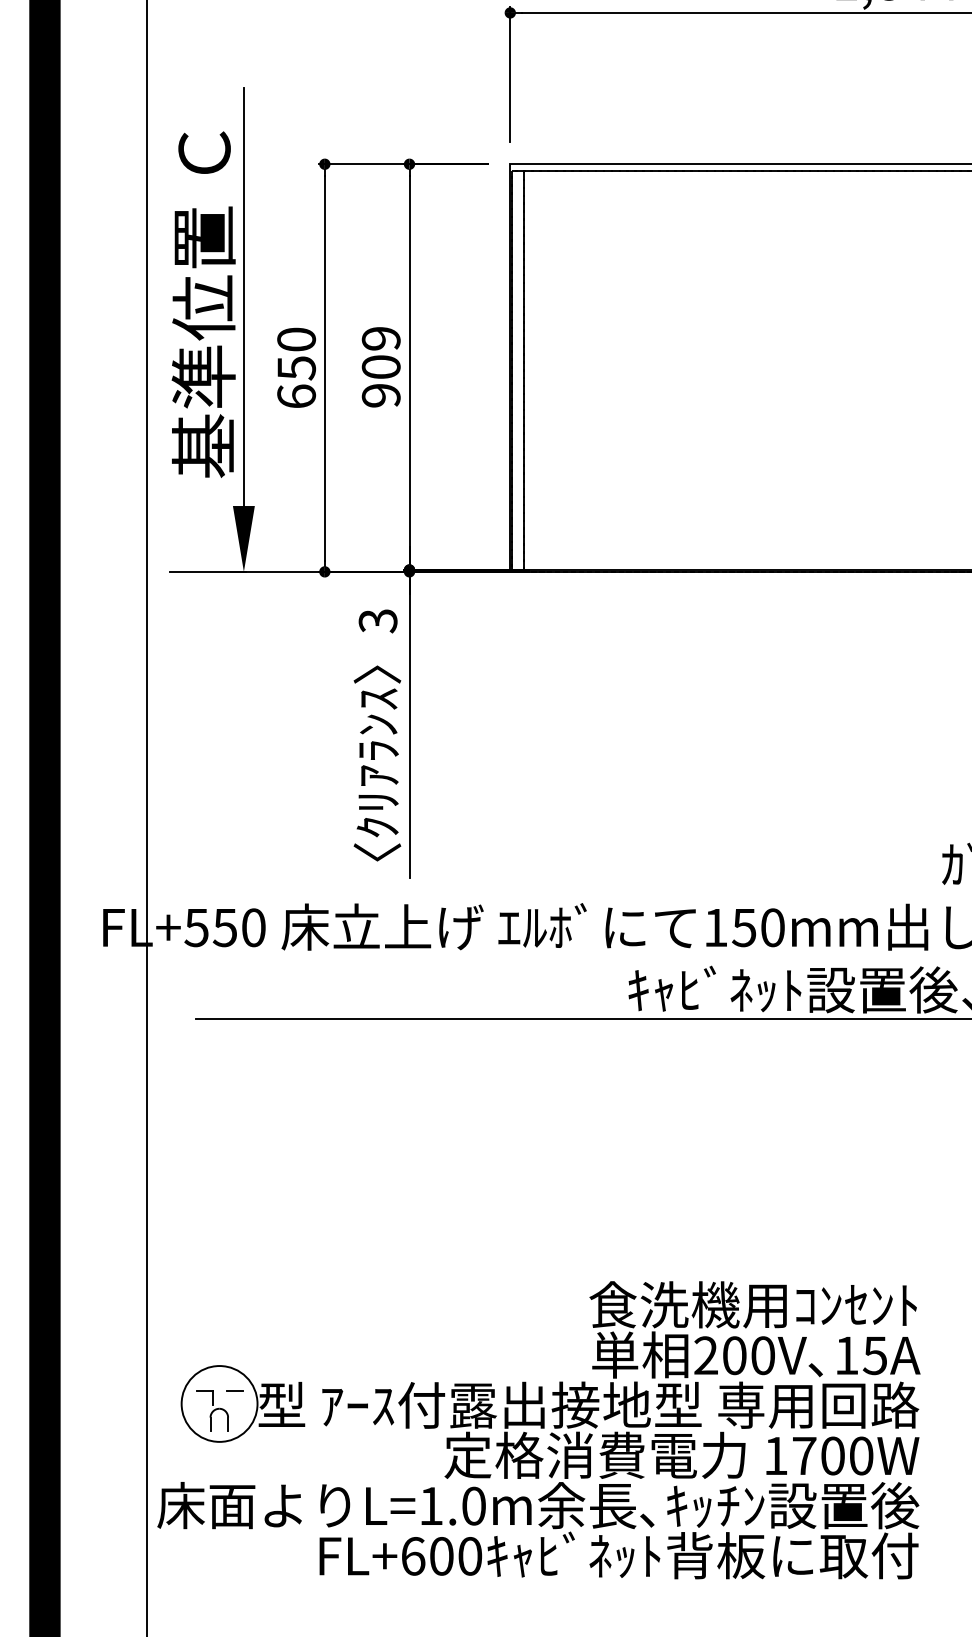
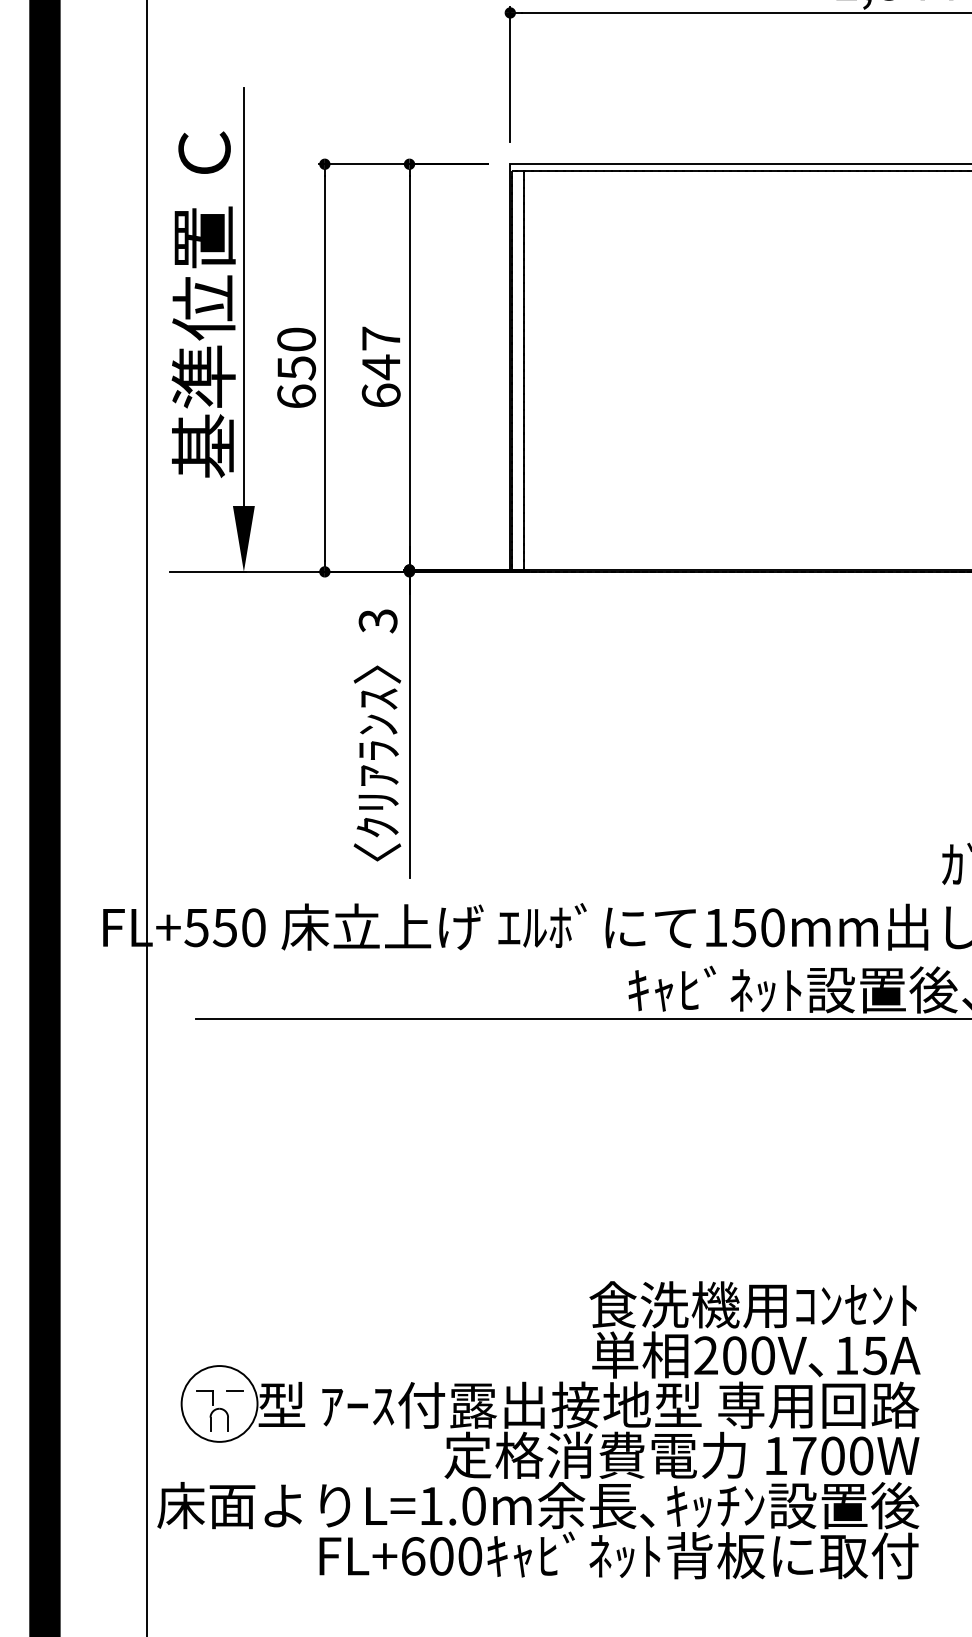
text at (380, 366): 909 -> 647
